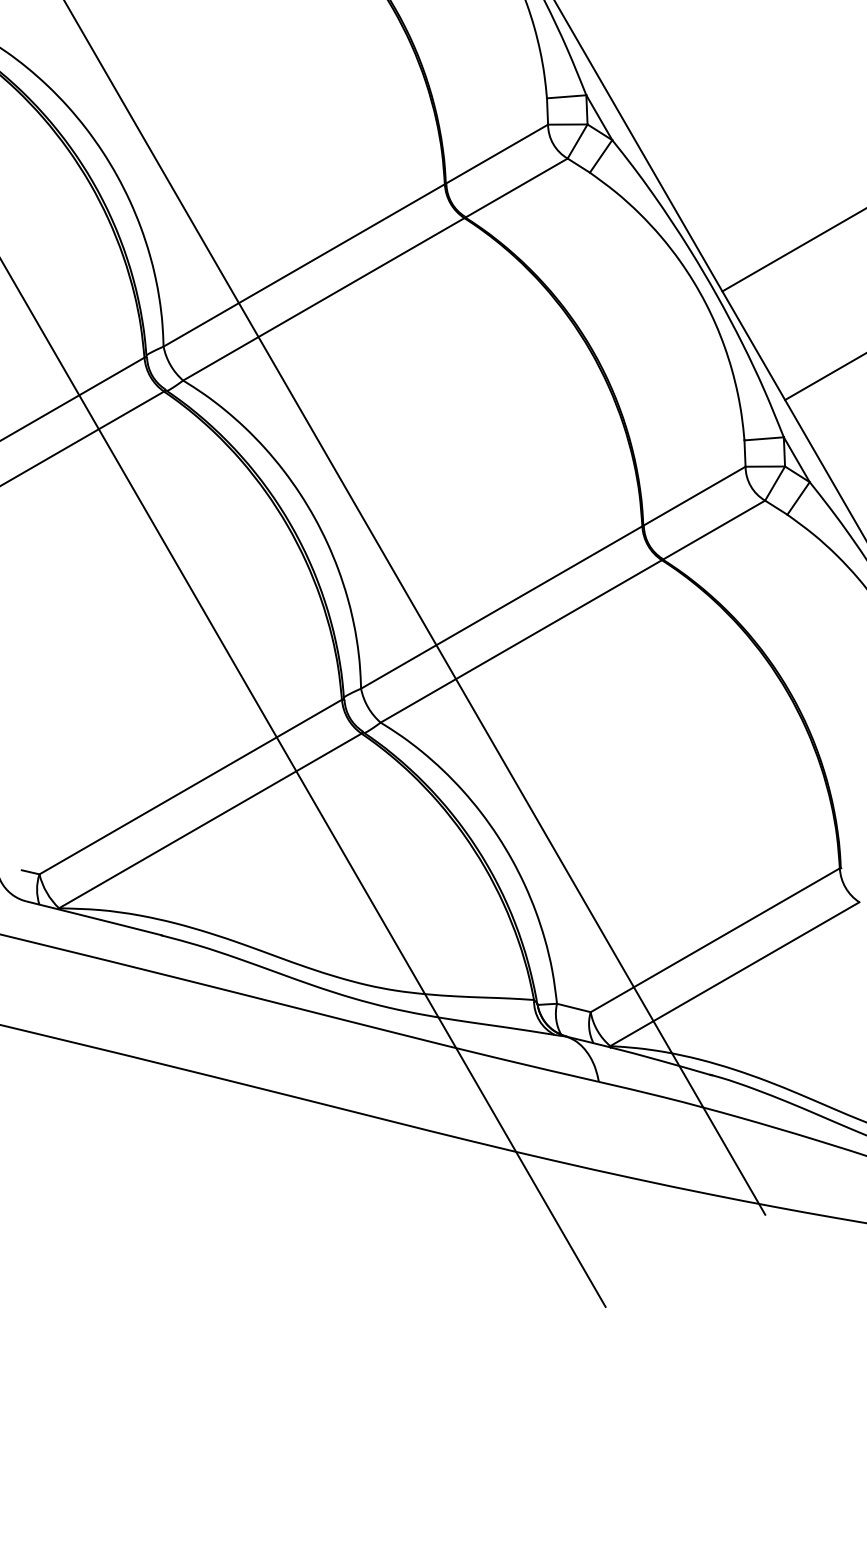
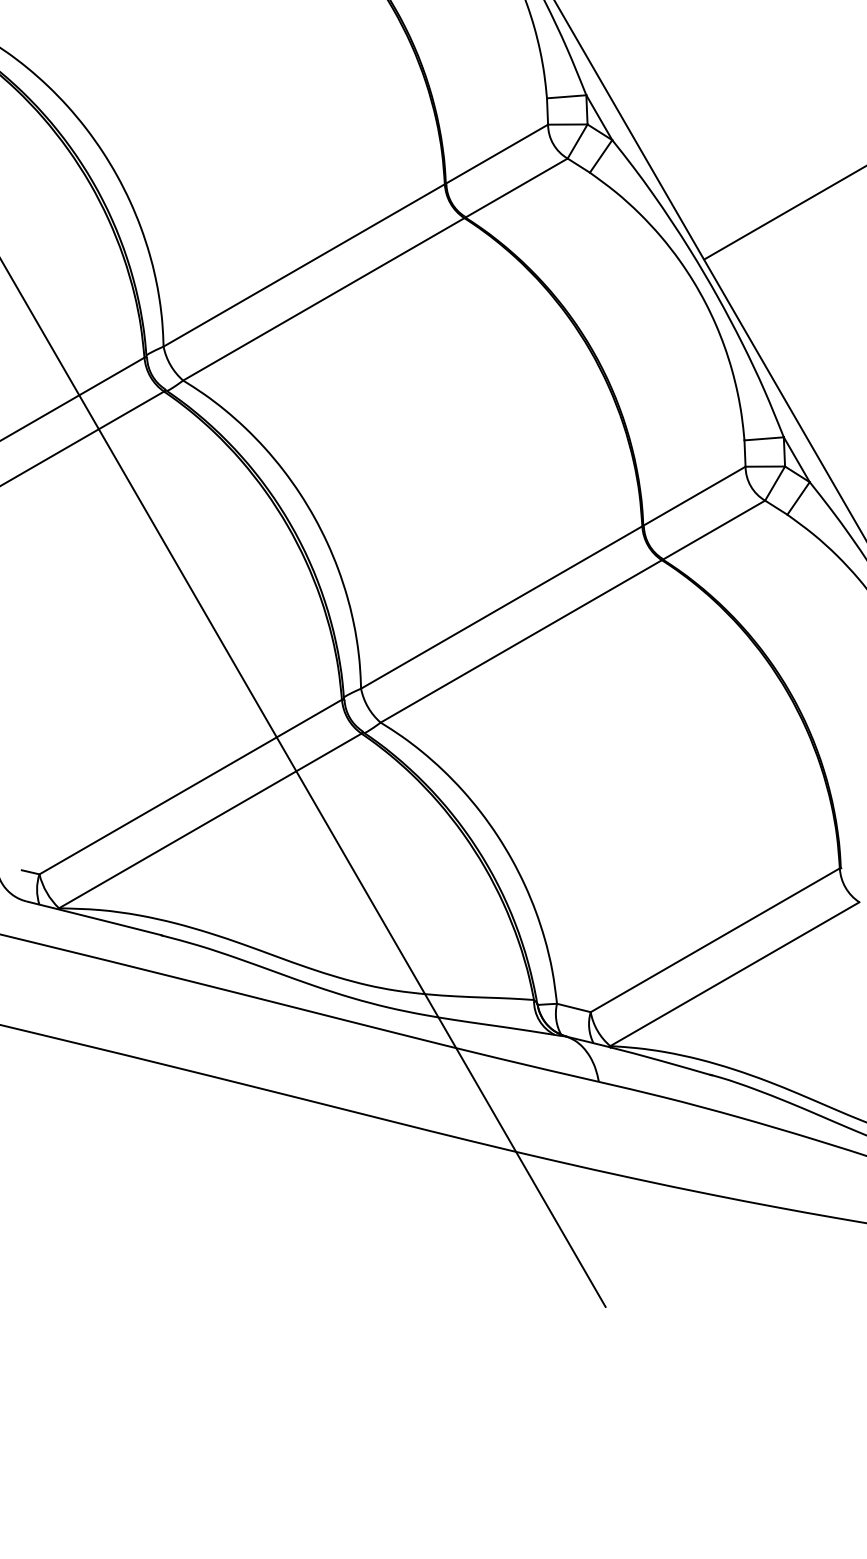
line at (792, 250) position: (792, 250) -> (783, 213)
line at (824, 377): present -> none
line at (415, 608): present -> none
